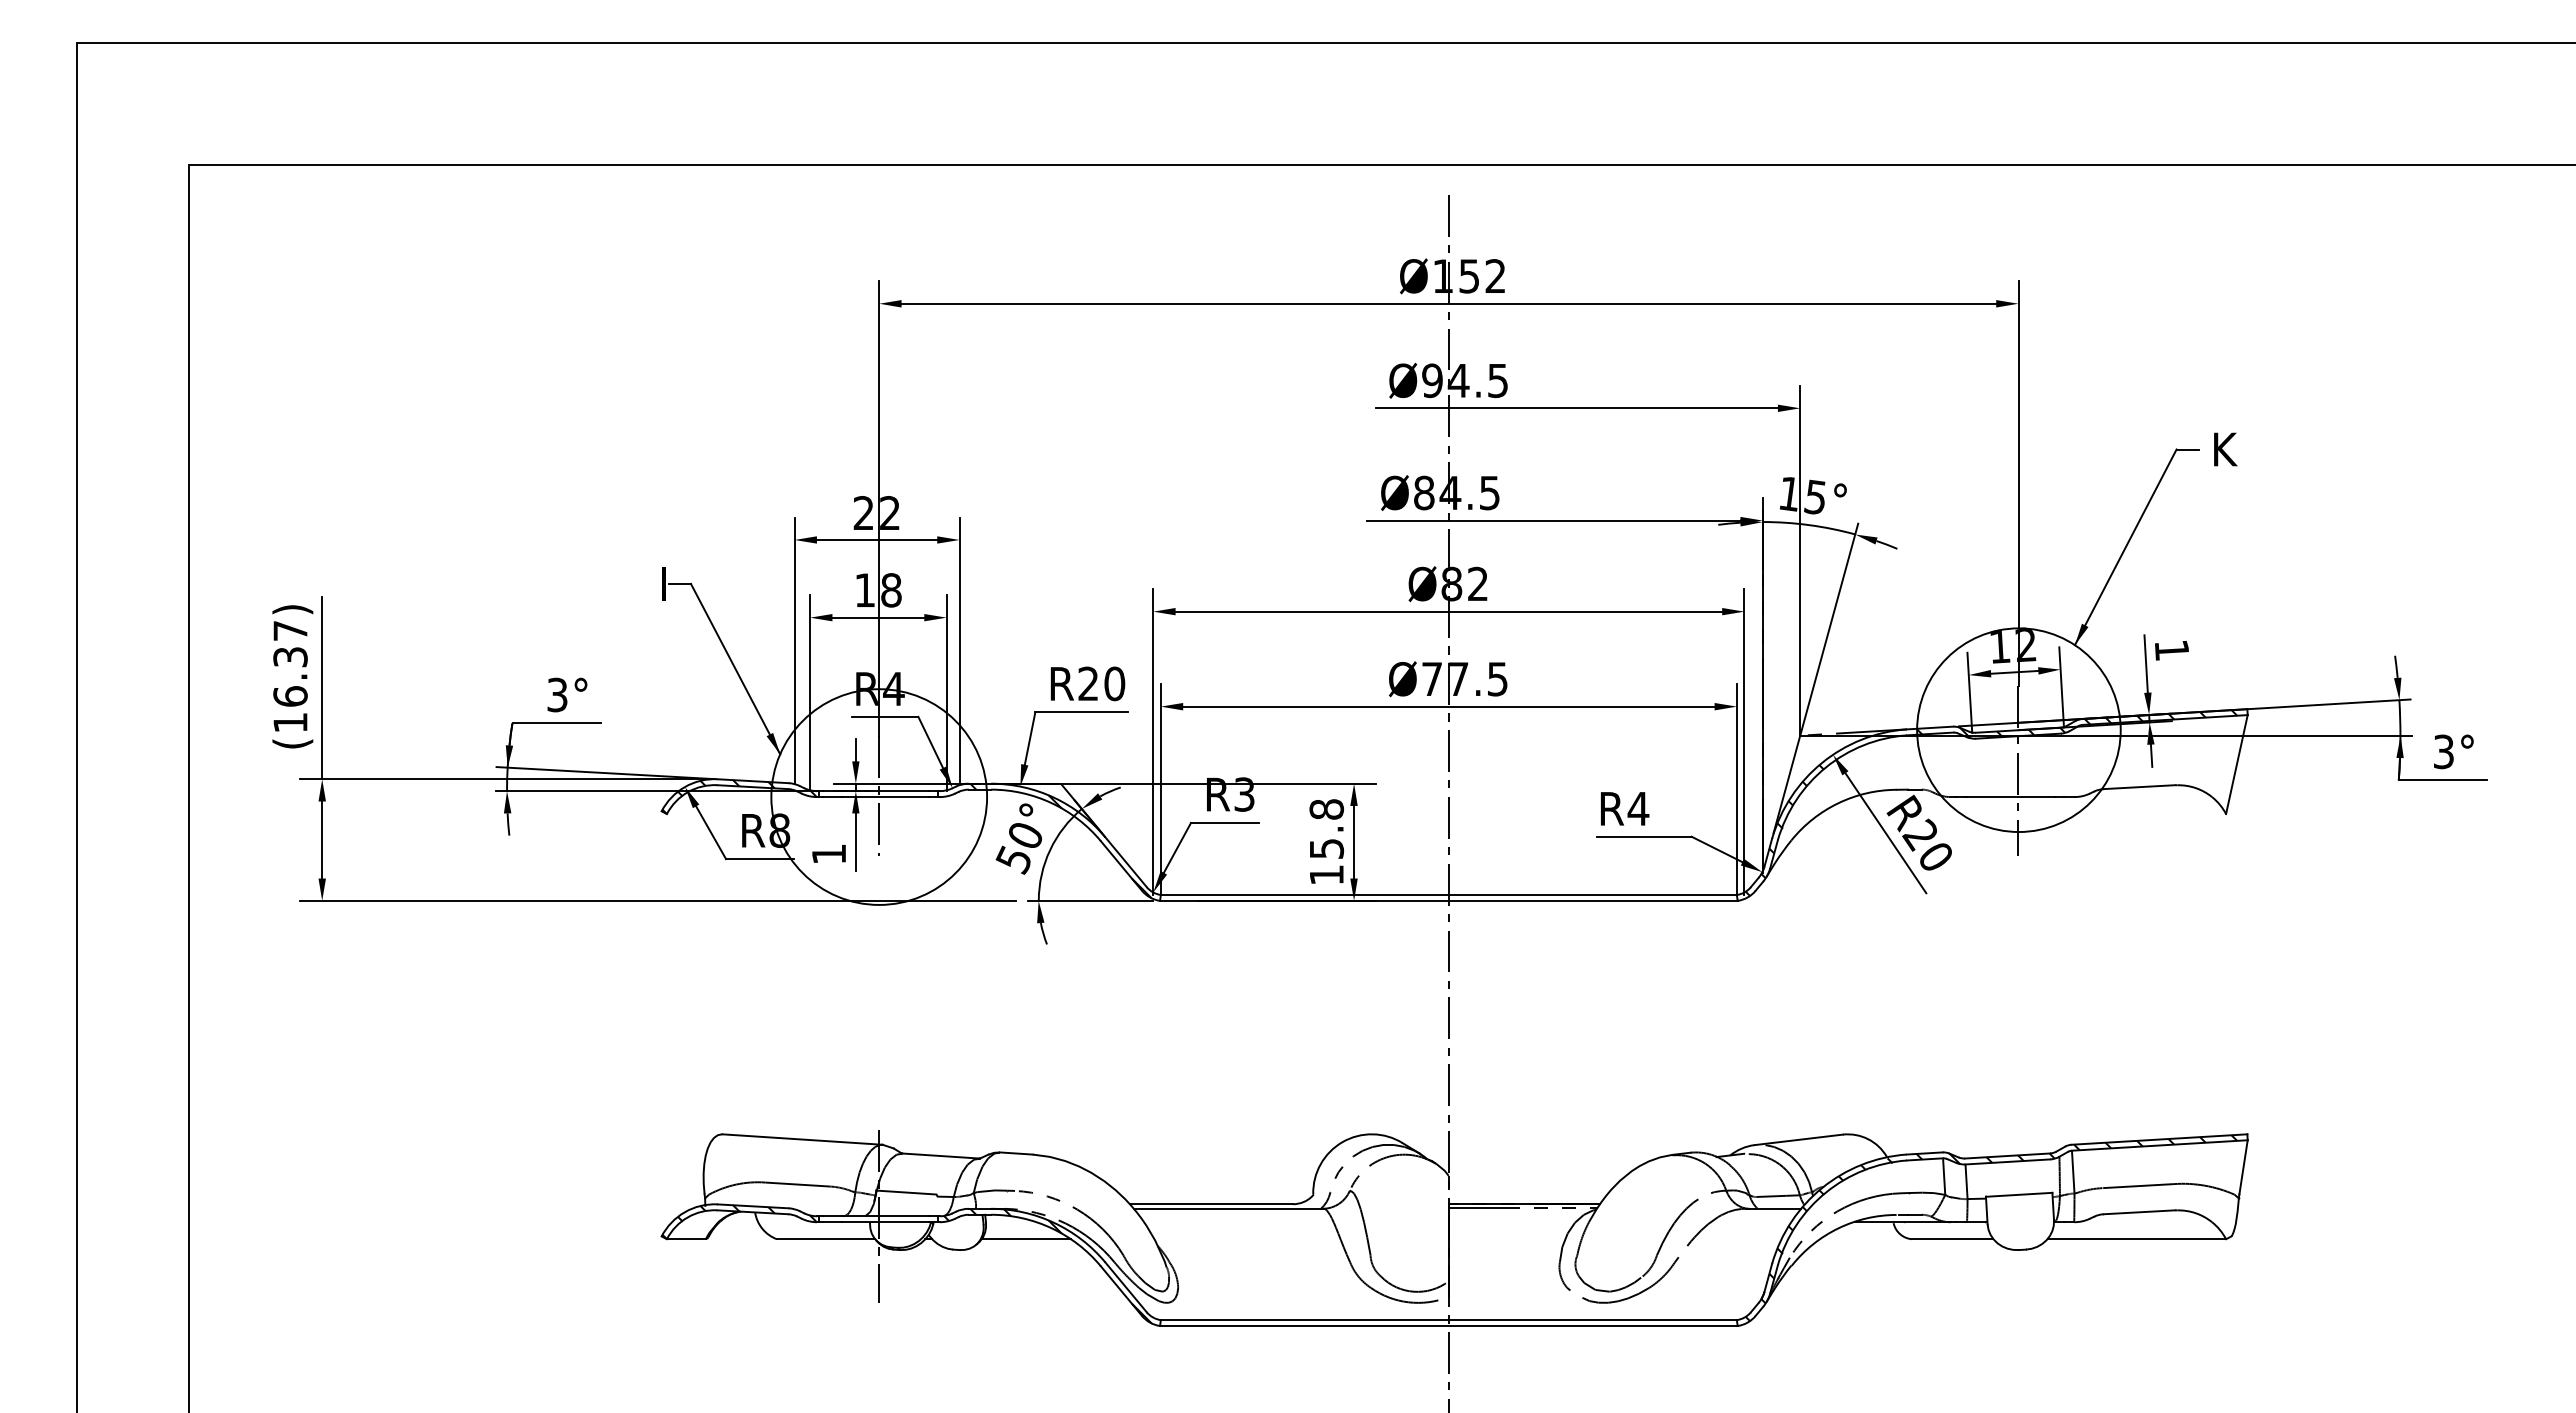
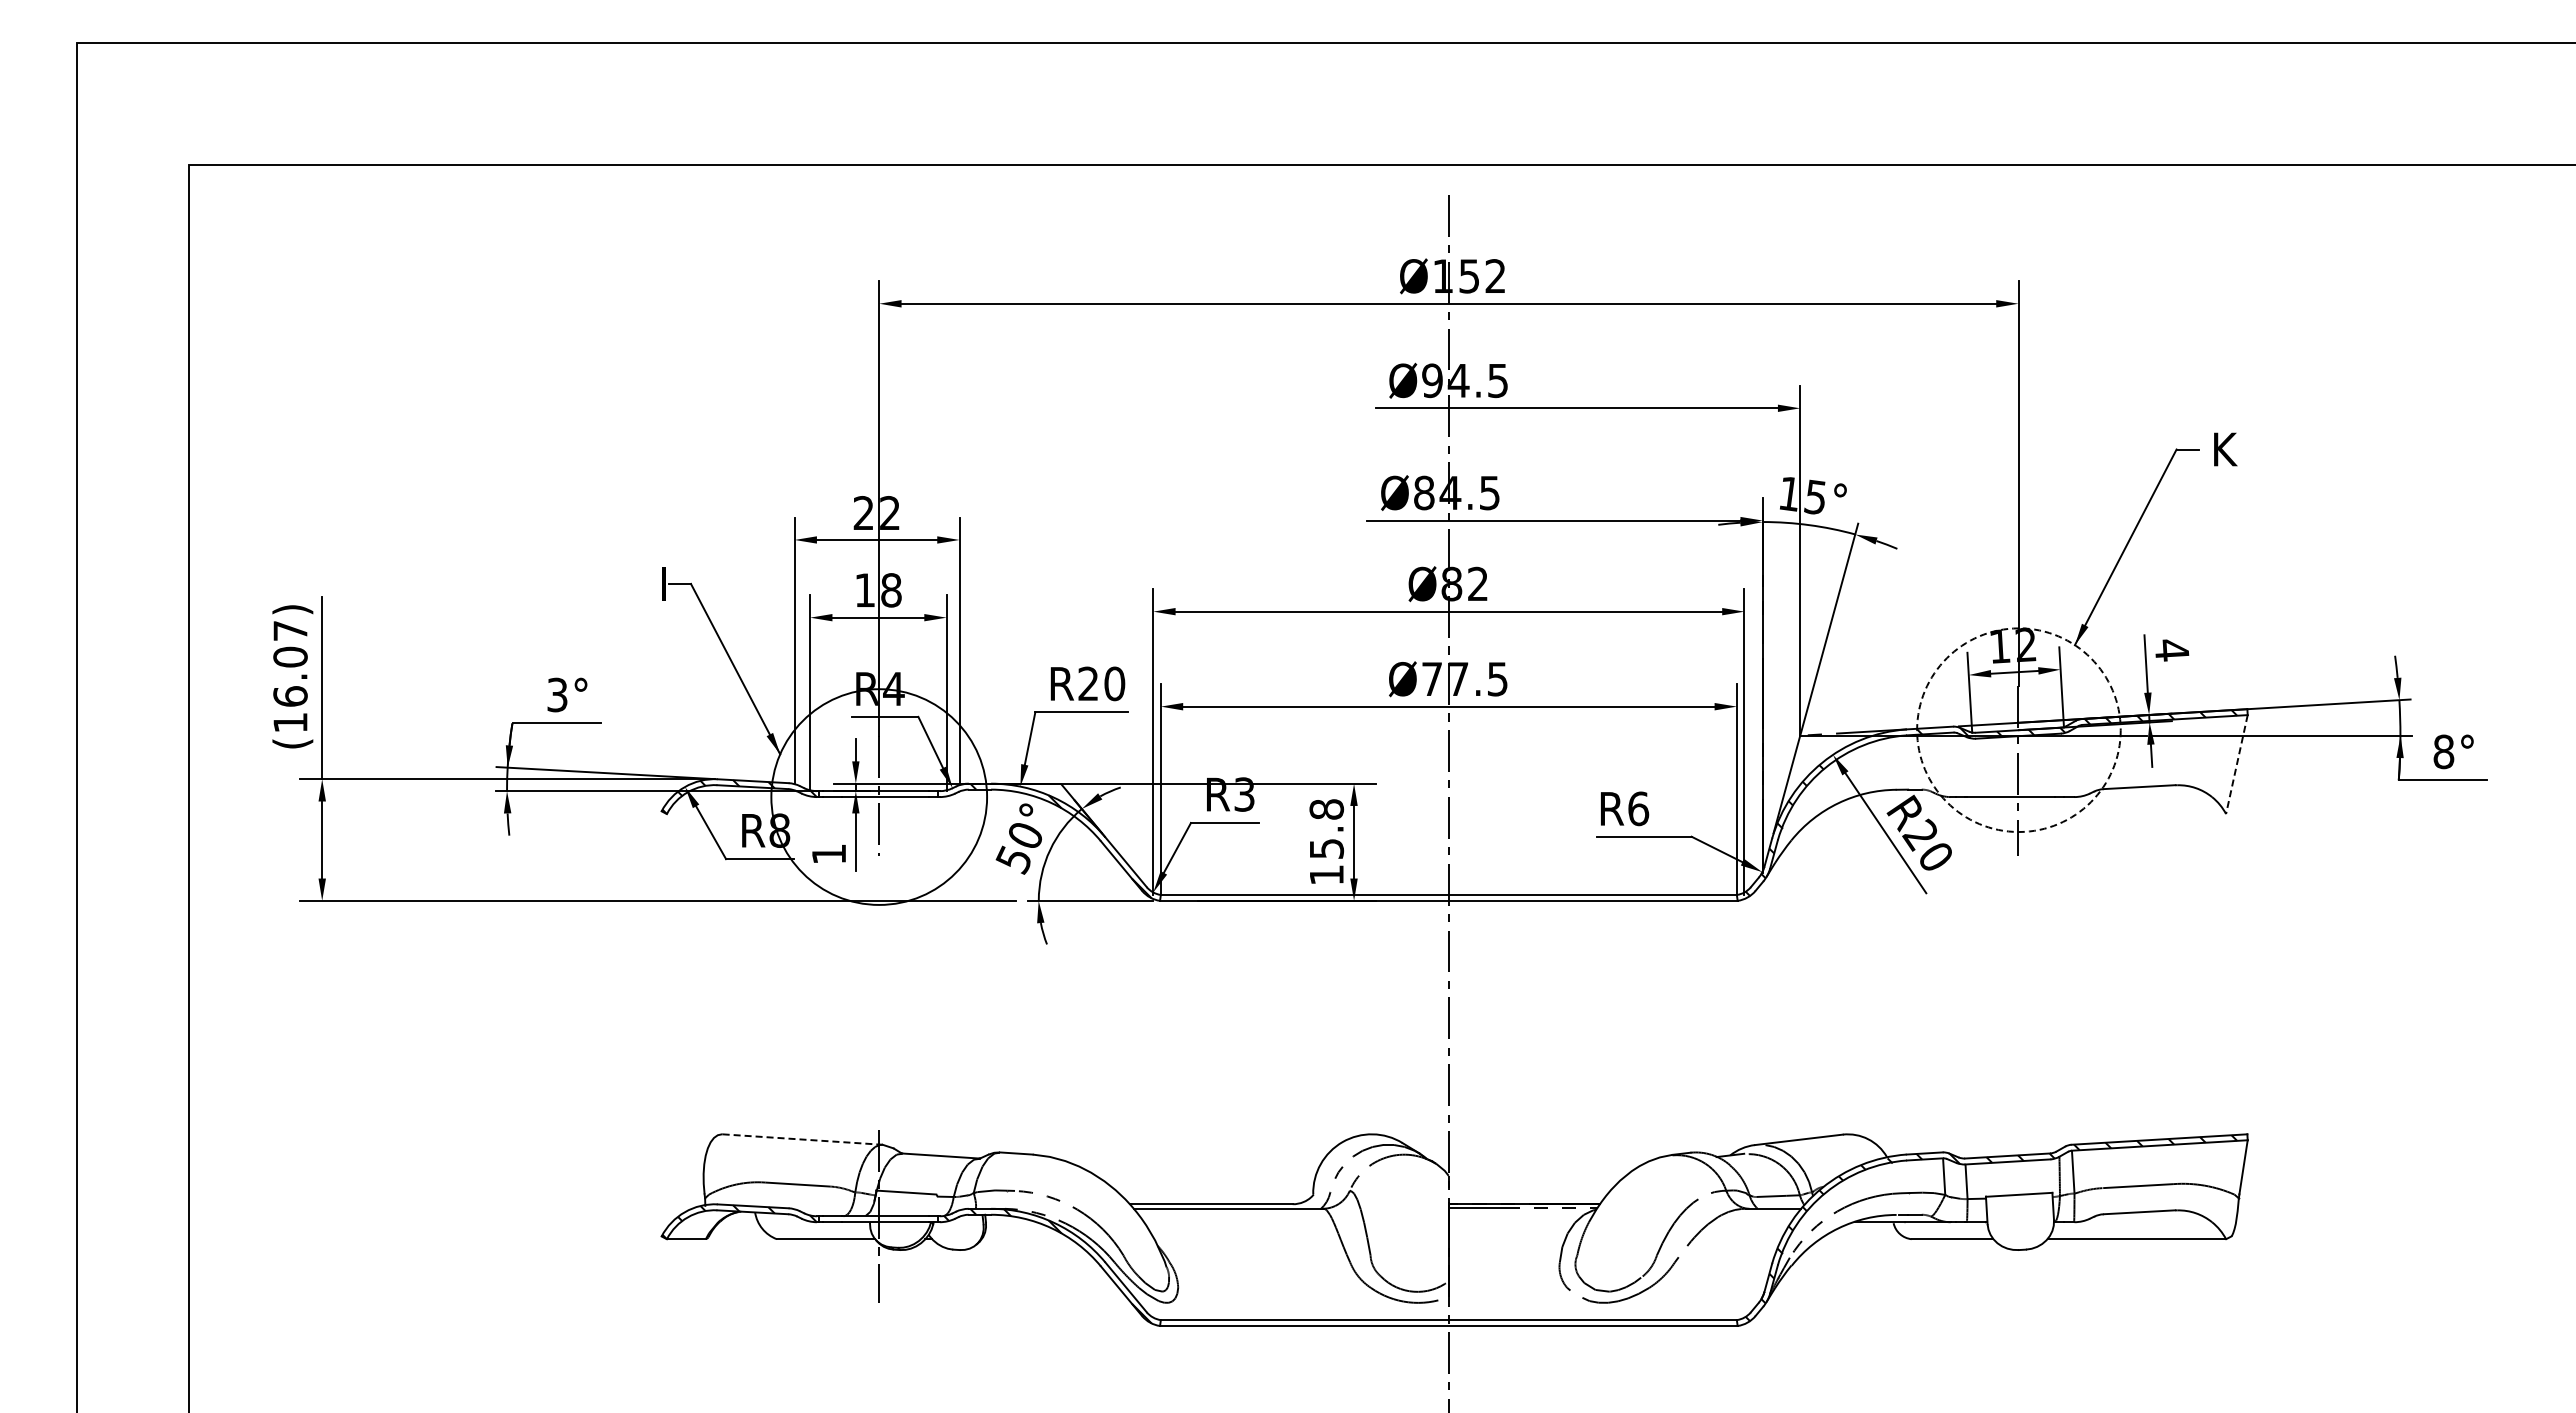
text at (2172, 650): 1 -> 4
text at (290, 656): (16.37) -> (16.07)
circle at (2018, 730): solid -> dashed
text at (2443, 751): 3° -> 8°
line at (2236, 764): solid -> dashed
text at (1638, 808): R4 -> R6
line at (803, 1139): solid -> dashed
line at (1025, 1239): present -> none
